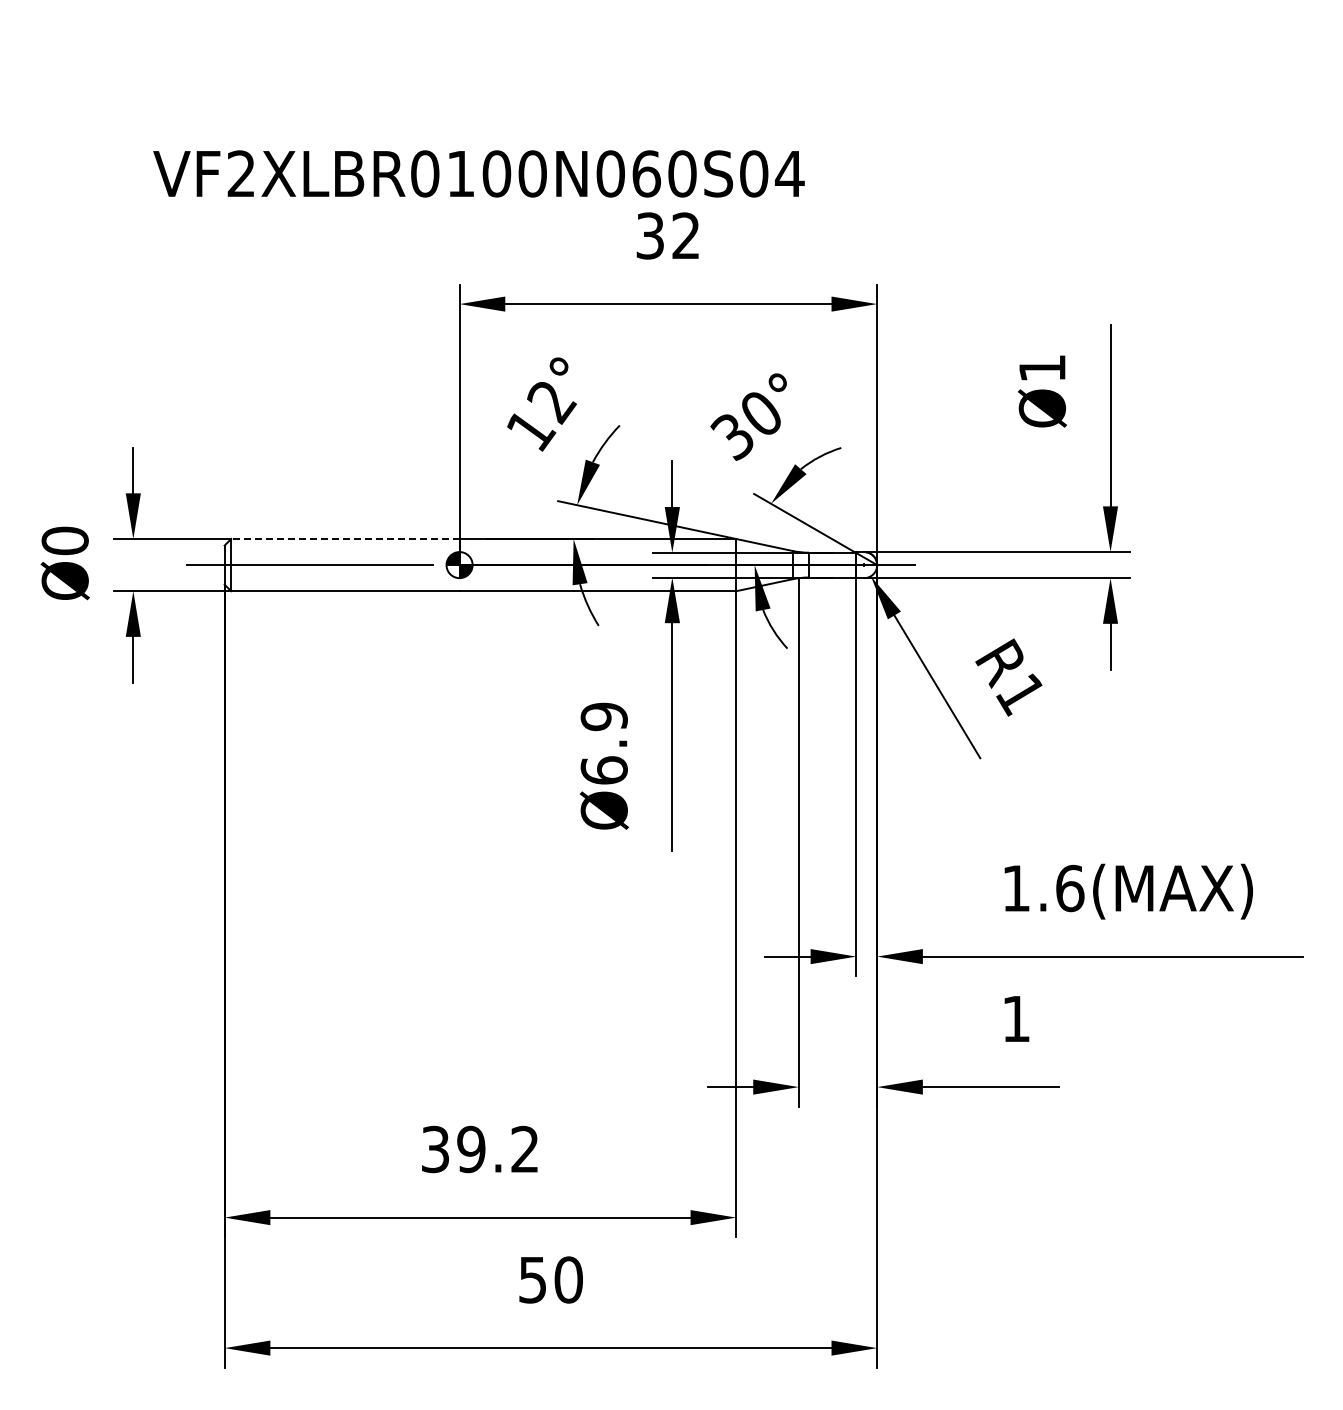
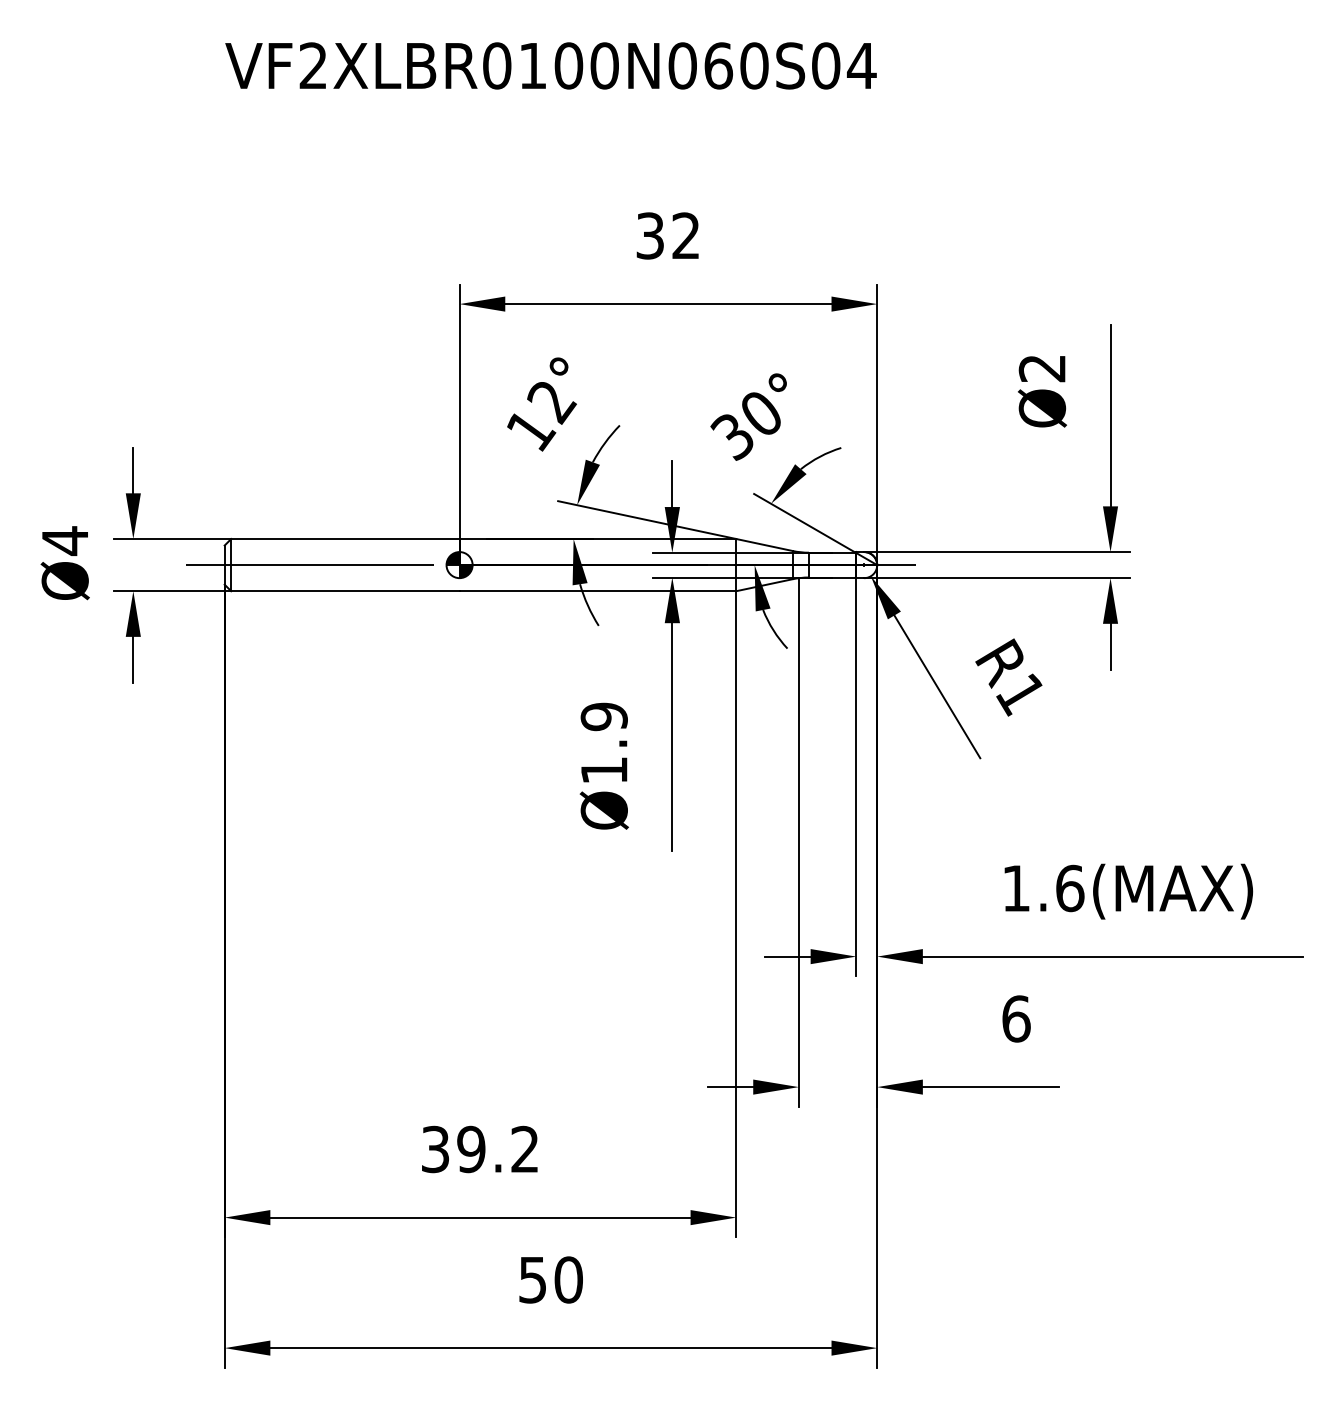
text at (478, 173) position: (478, 173) -> (550, 65)
text at (1041, 368): Ø1 -> Ø2
line at (344, 539): dashed -> solid
text at (64, 541): Ø0 -> Ø4
text at (603, 770): Ø6.9 -> Ø1.9
text at (1016, 1018): 1 -> 6
